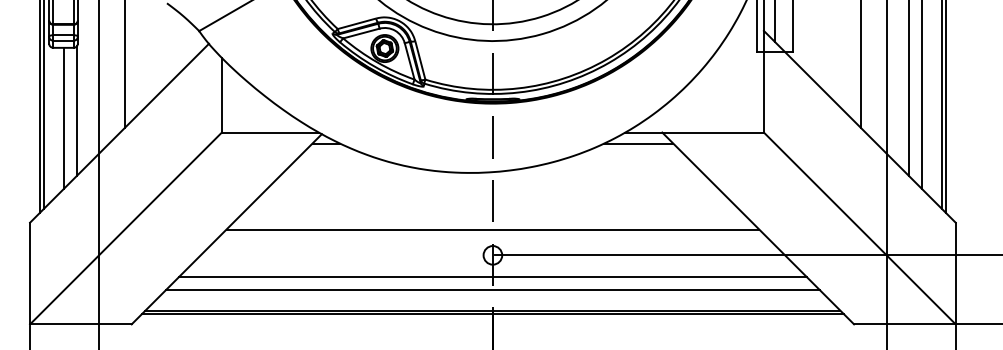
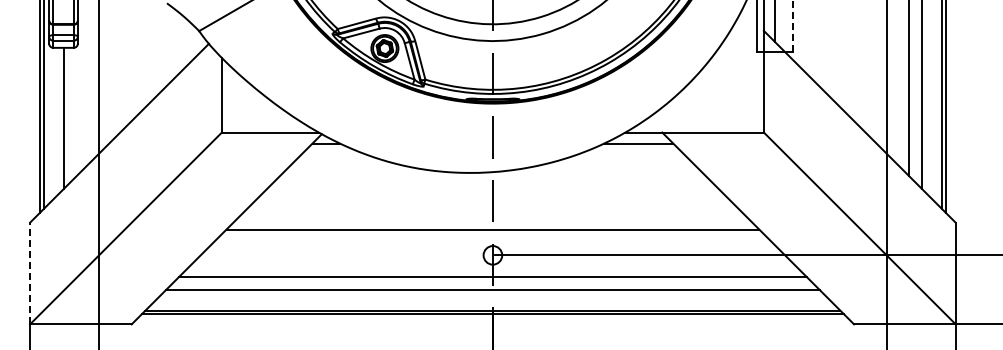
line at (792, 26): solid -> dashed
line at (124, 64): present -> none
line at (860, 64): present -> none
line at (77, 110): present -> none
line at (30, 273): solid -> dashed
